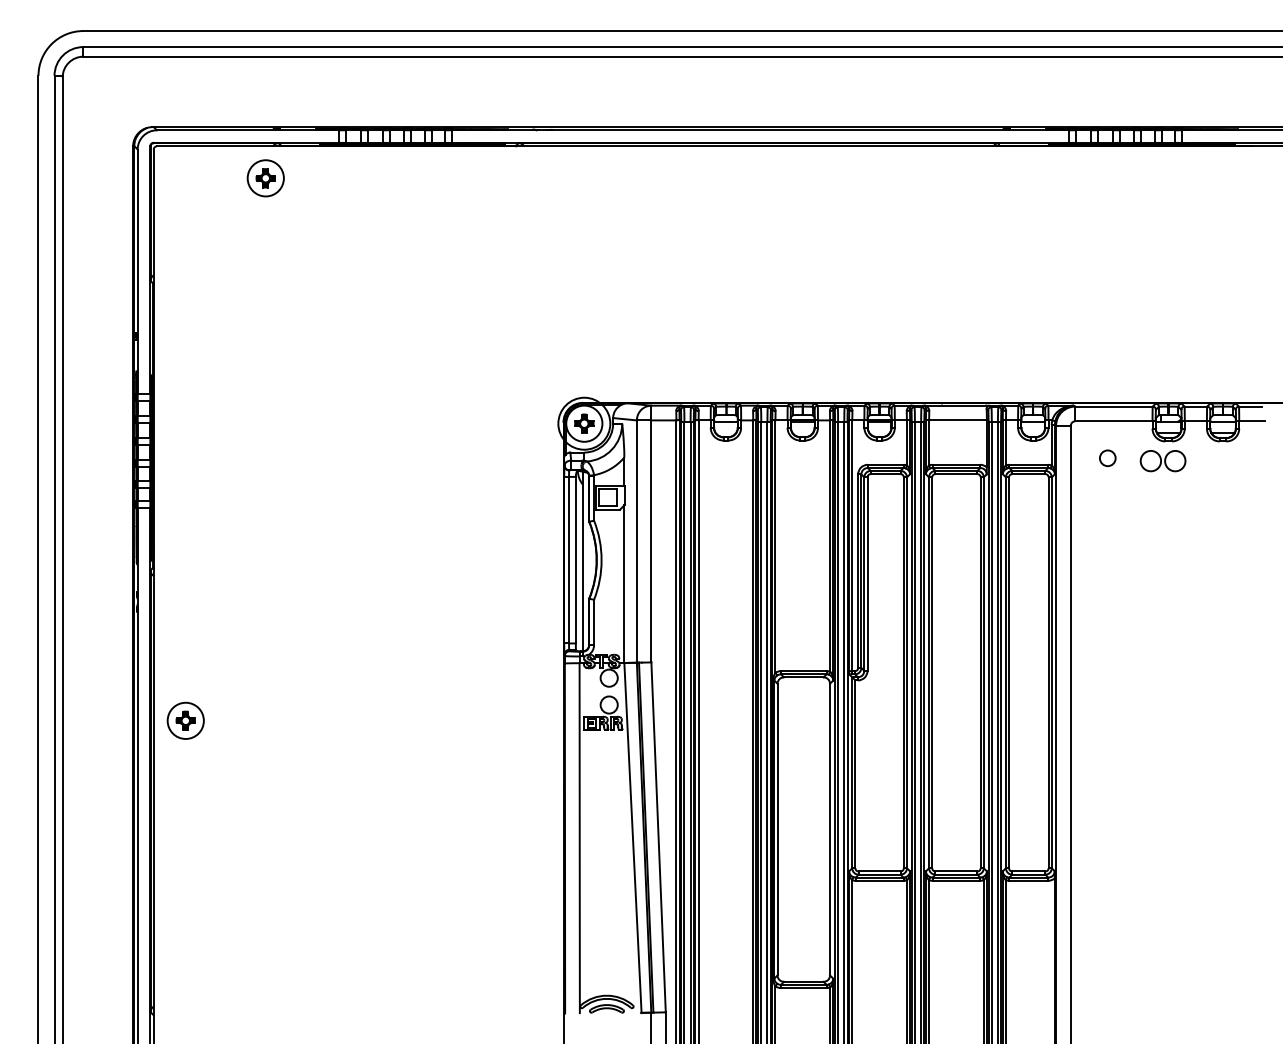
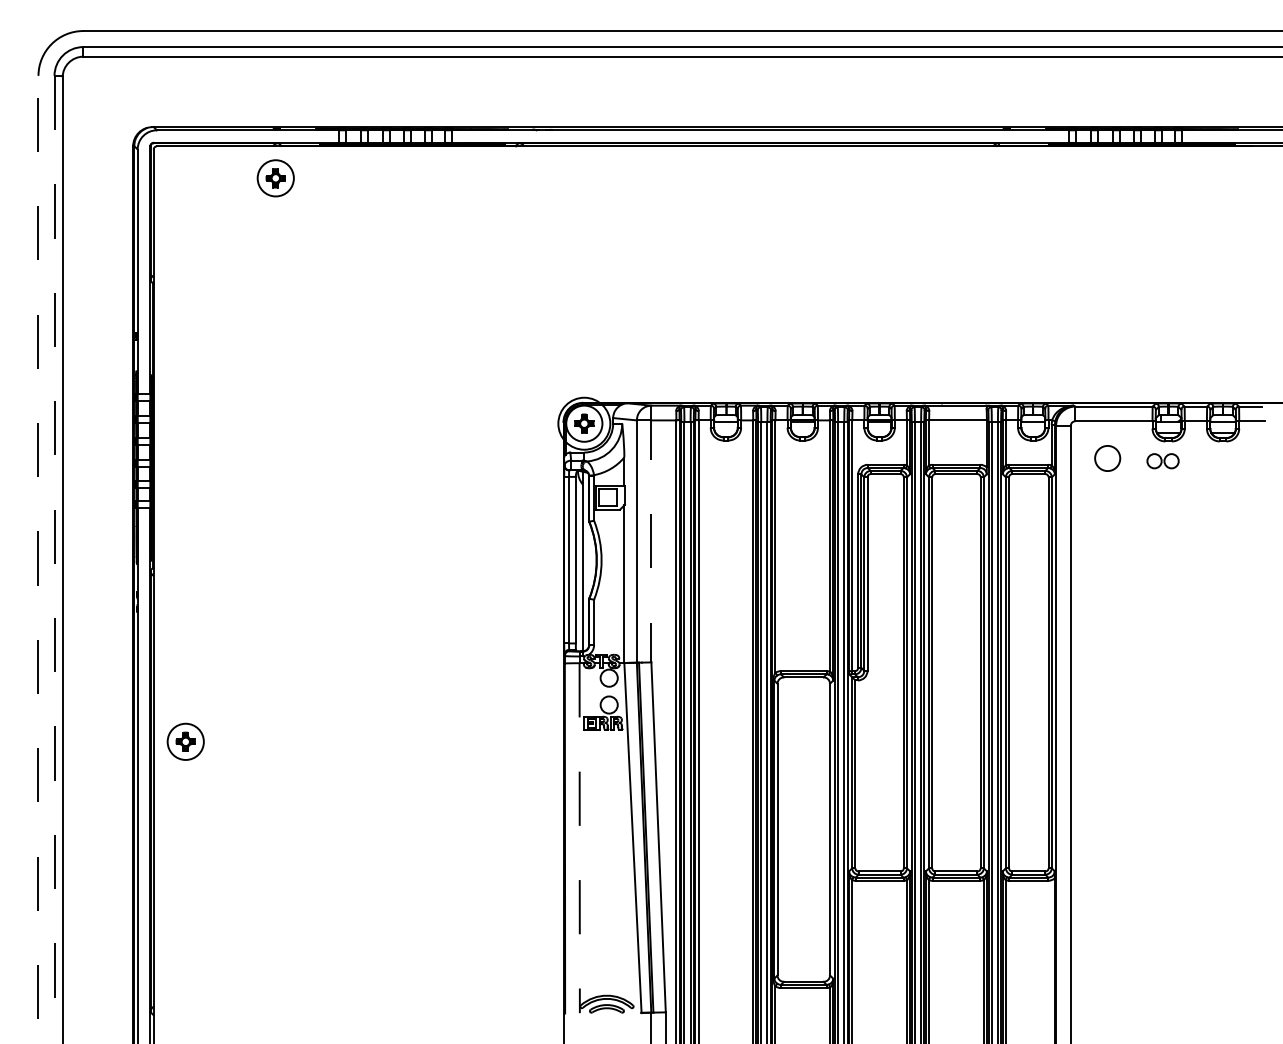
part at (265, 178) position: (265, 178) -> (275, 178)
circle at (1107, 457) size: 18x18 px -> 28x27 px
part at (1162, 461) size: 48x23 px -> 34x17 px
line at (651, 534): solid -> dashed
line at (38, 559): solid -> dashed
line at (54, 559): solid -> dashed
part at (185, 720) position: (185, 720) -> (185, 741)
line at (579, 838): solid -> dashed
